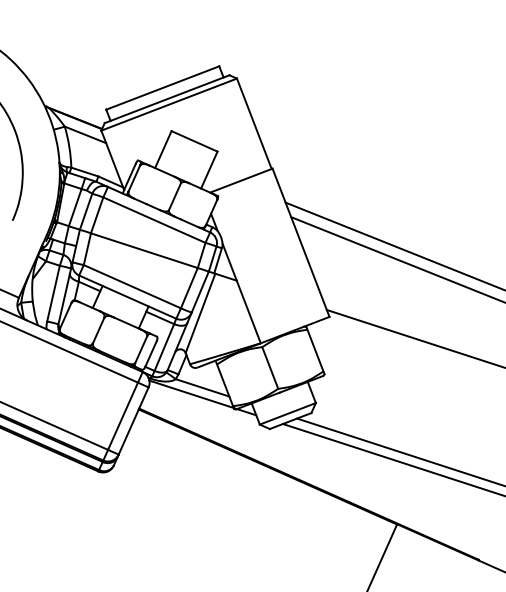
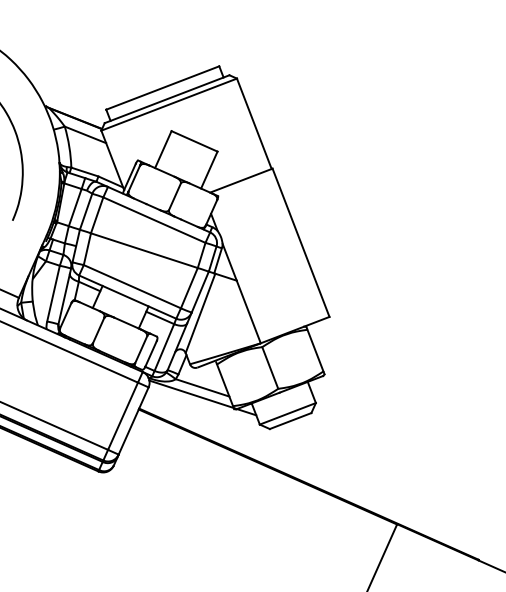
line at (393, 245): present -> none
line at (396, 259): present -> none
line at (414, 338): present -> none
line at (399, 451): present -> none
line at (392, 459): present -> none
